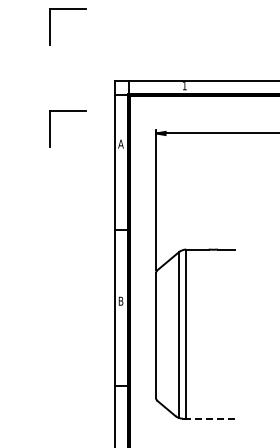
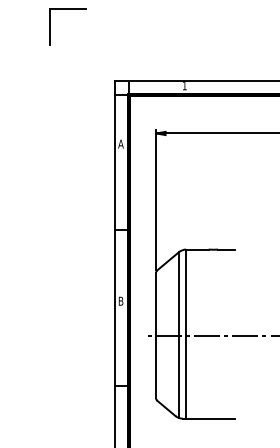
part at (67, 111): present -> none
line at (212, 335): none -> present
line at (209, 418): dashed -> solid
